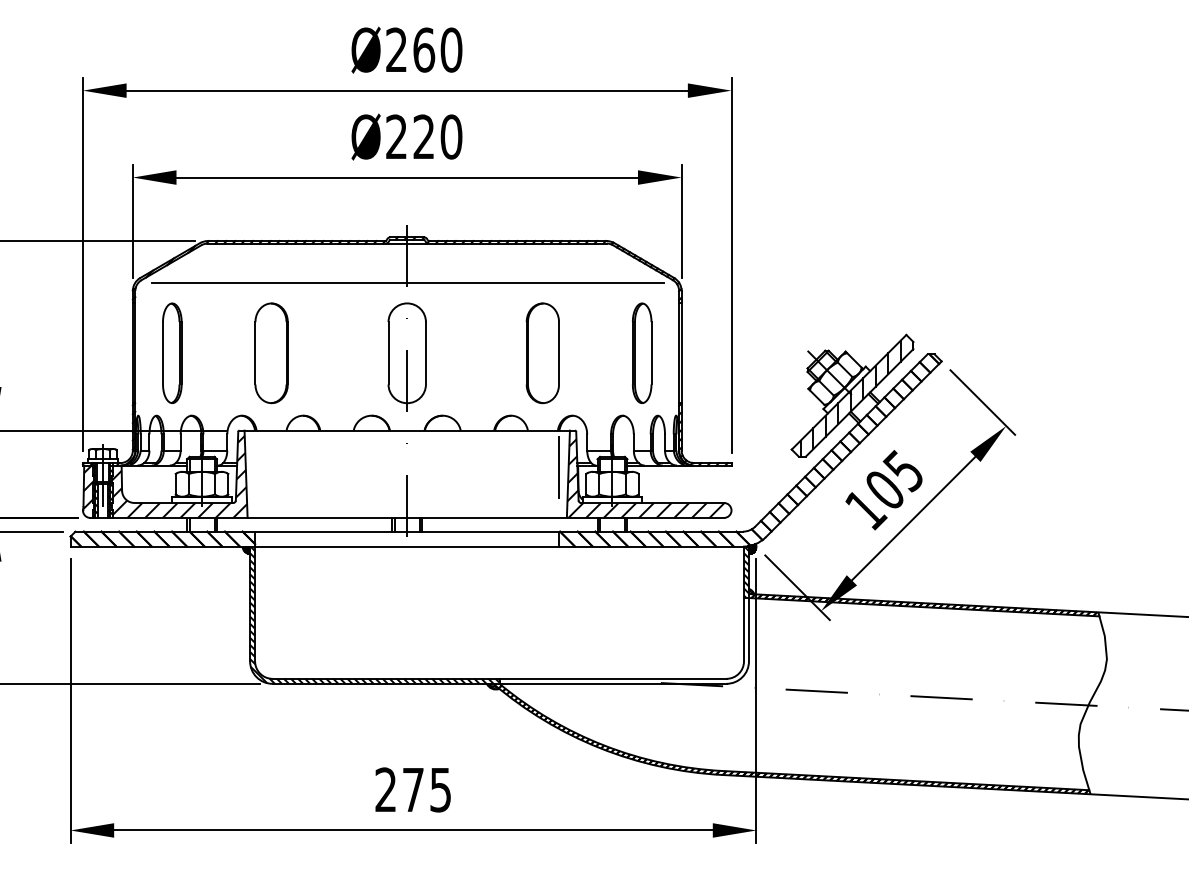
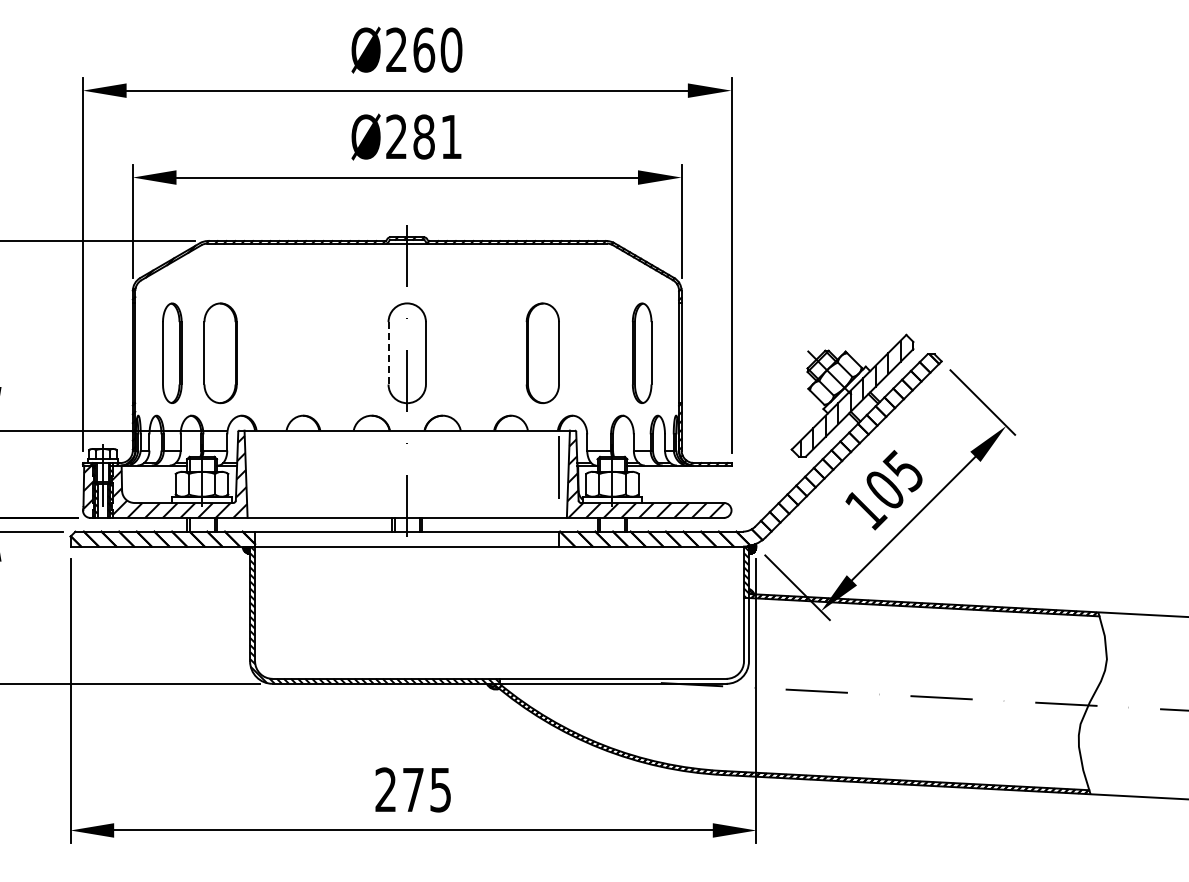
text at (437, 136): Ø220 -> Ø281
line at (407, 283): present -> none
part at (271, 353) position: (271, 353) -> (220, 353)
line at (388, 353): solid -> dashed
